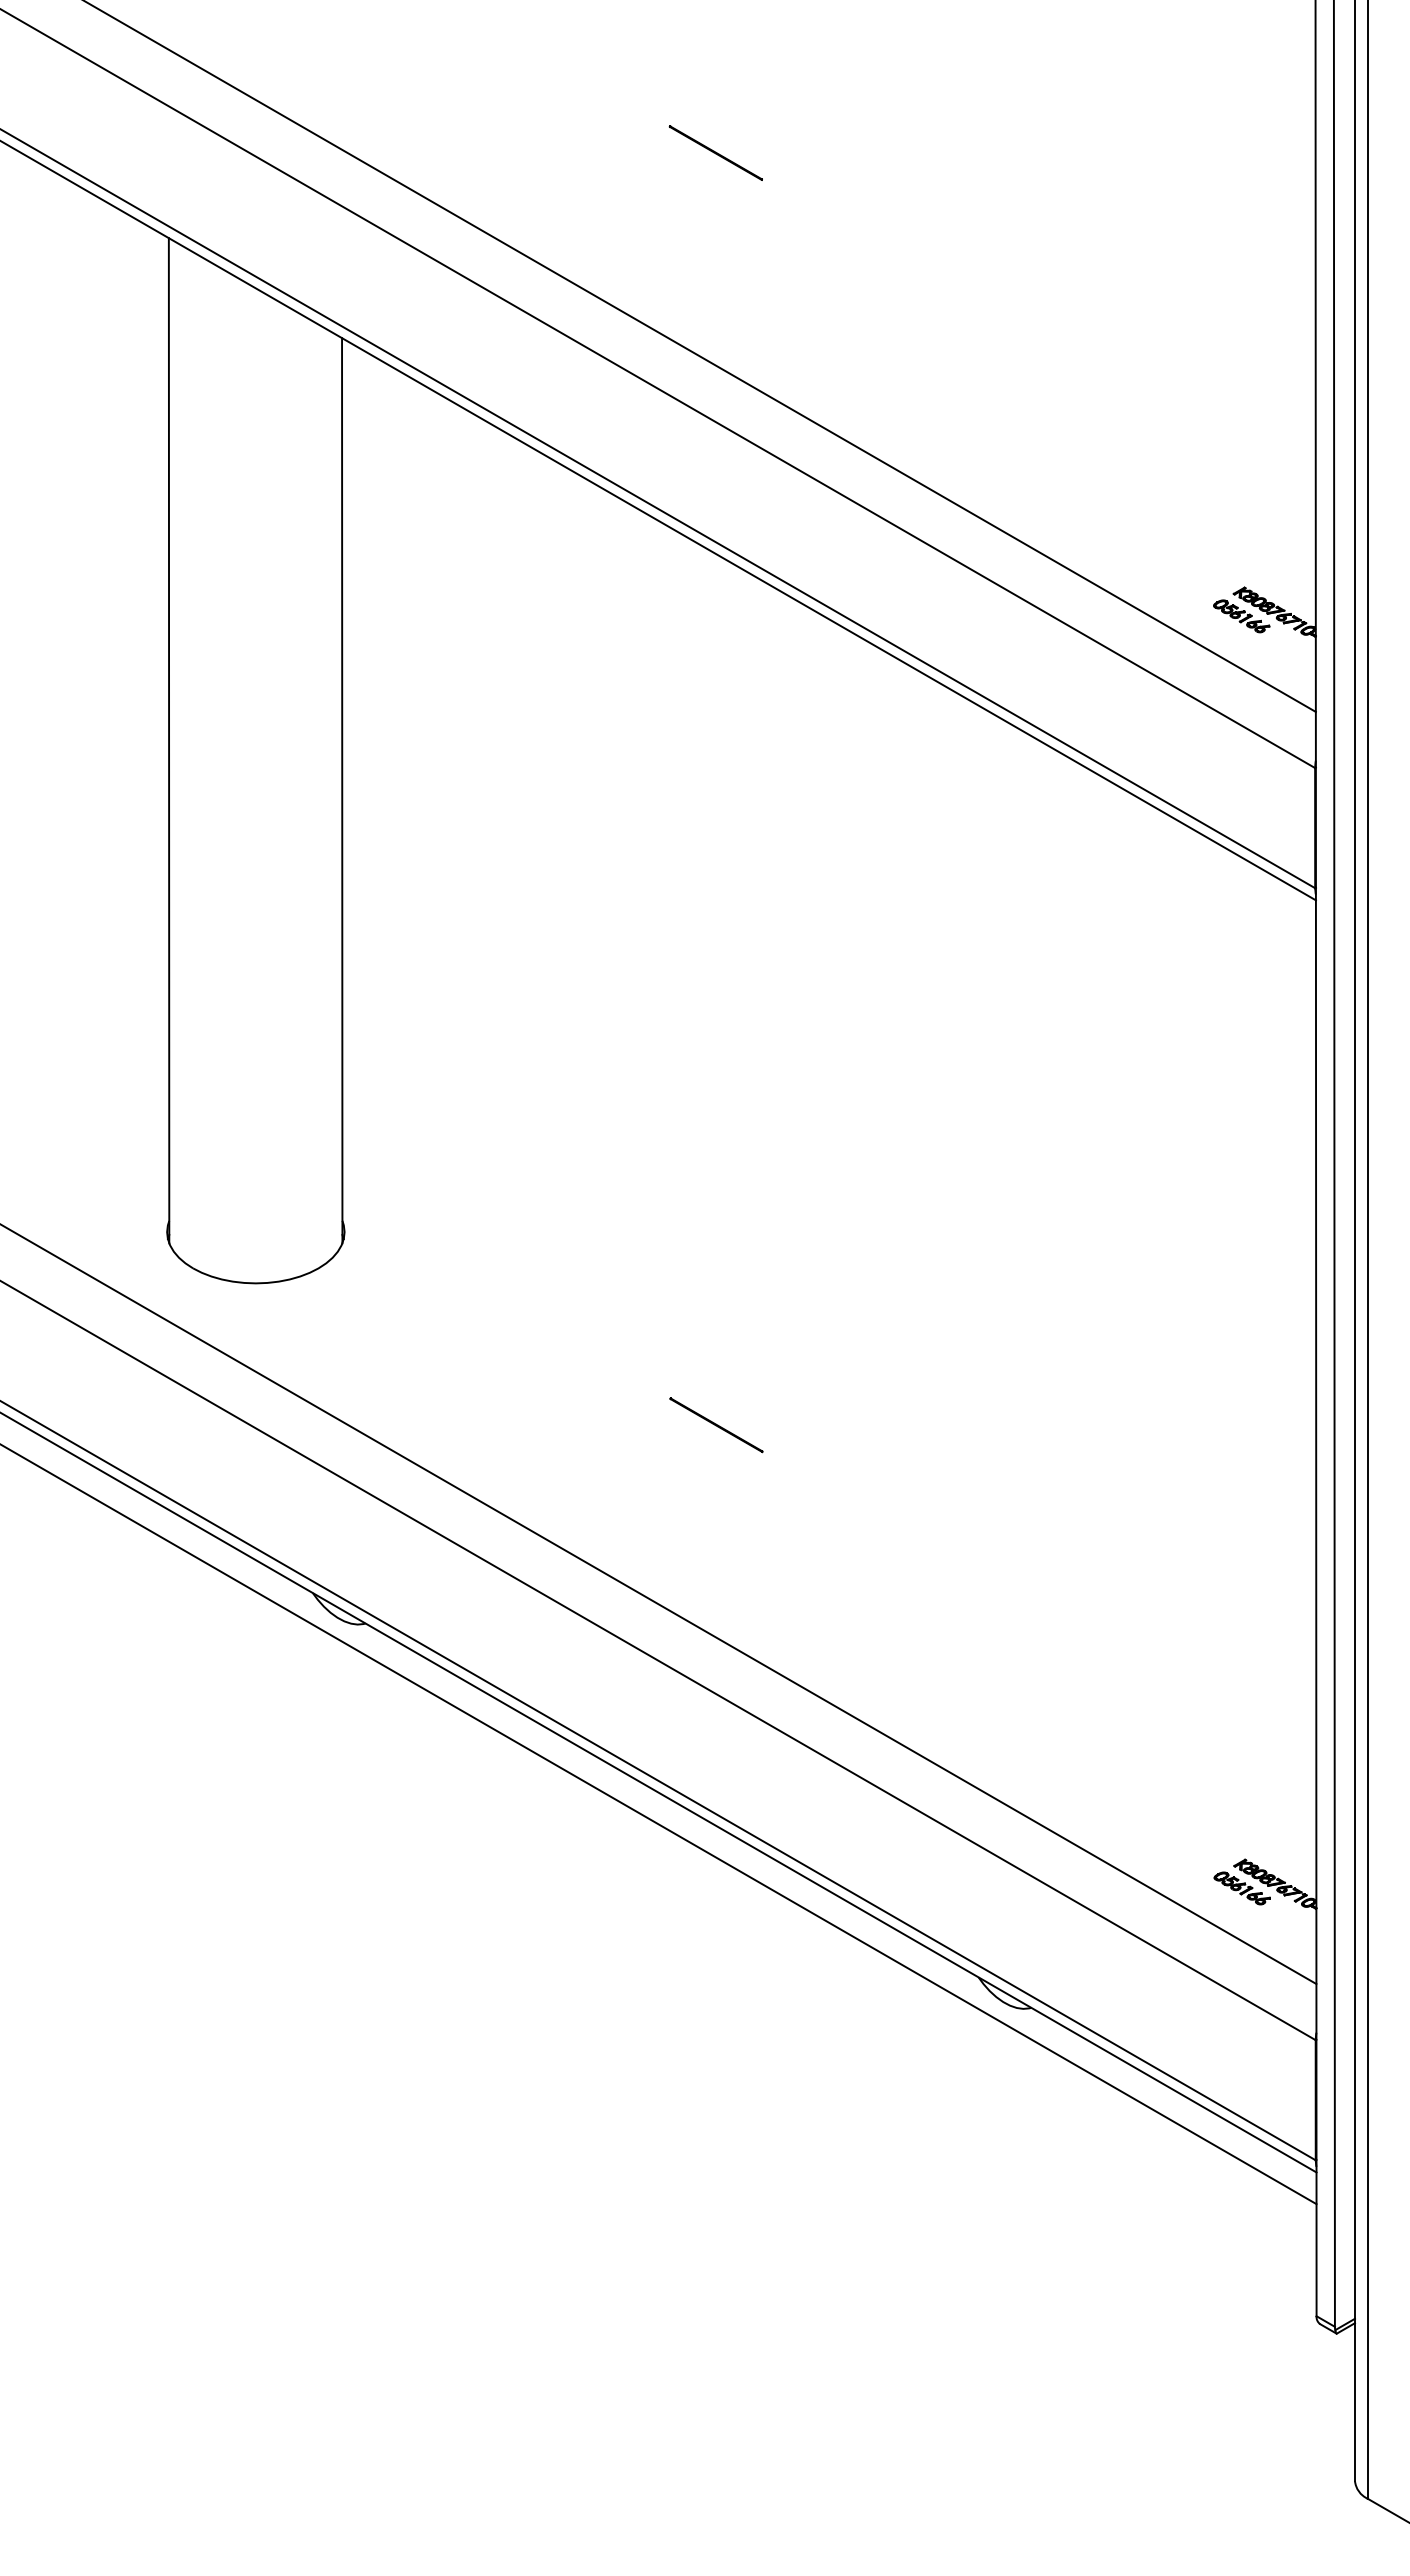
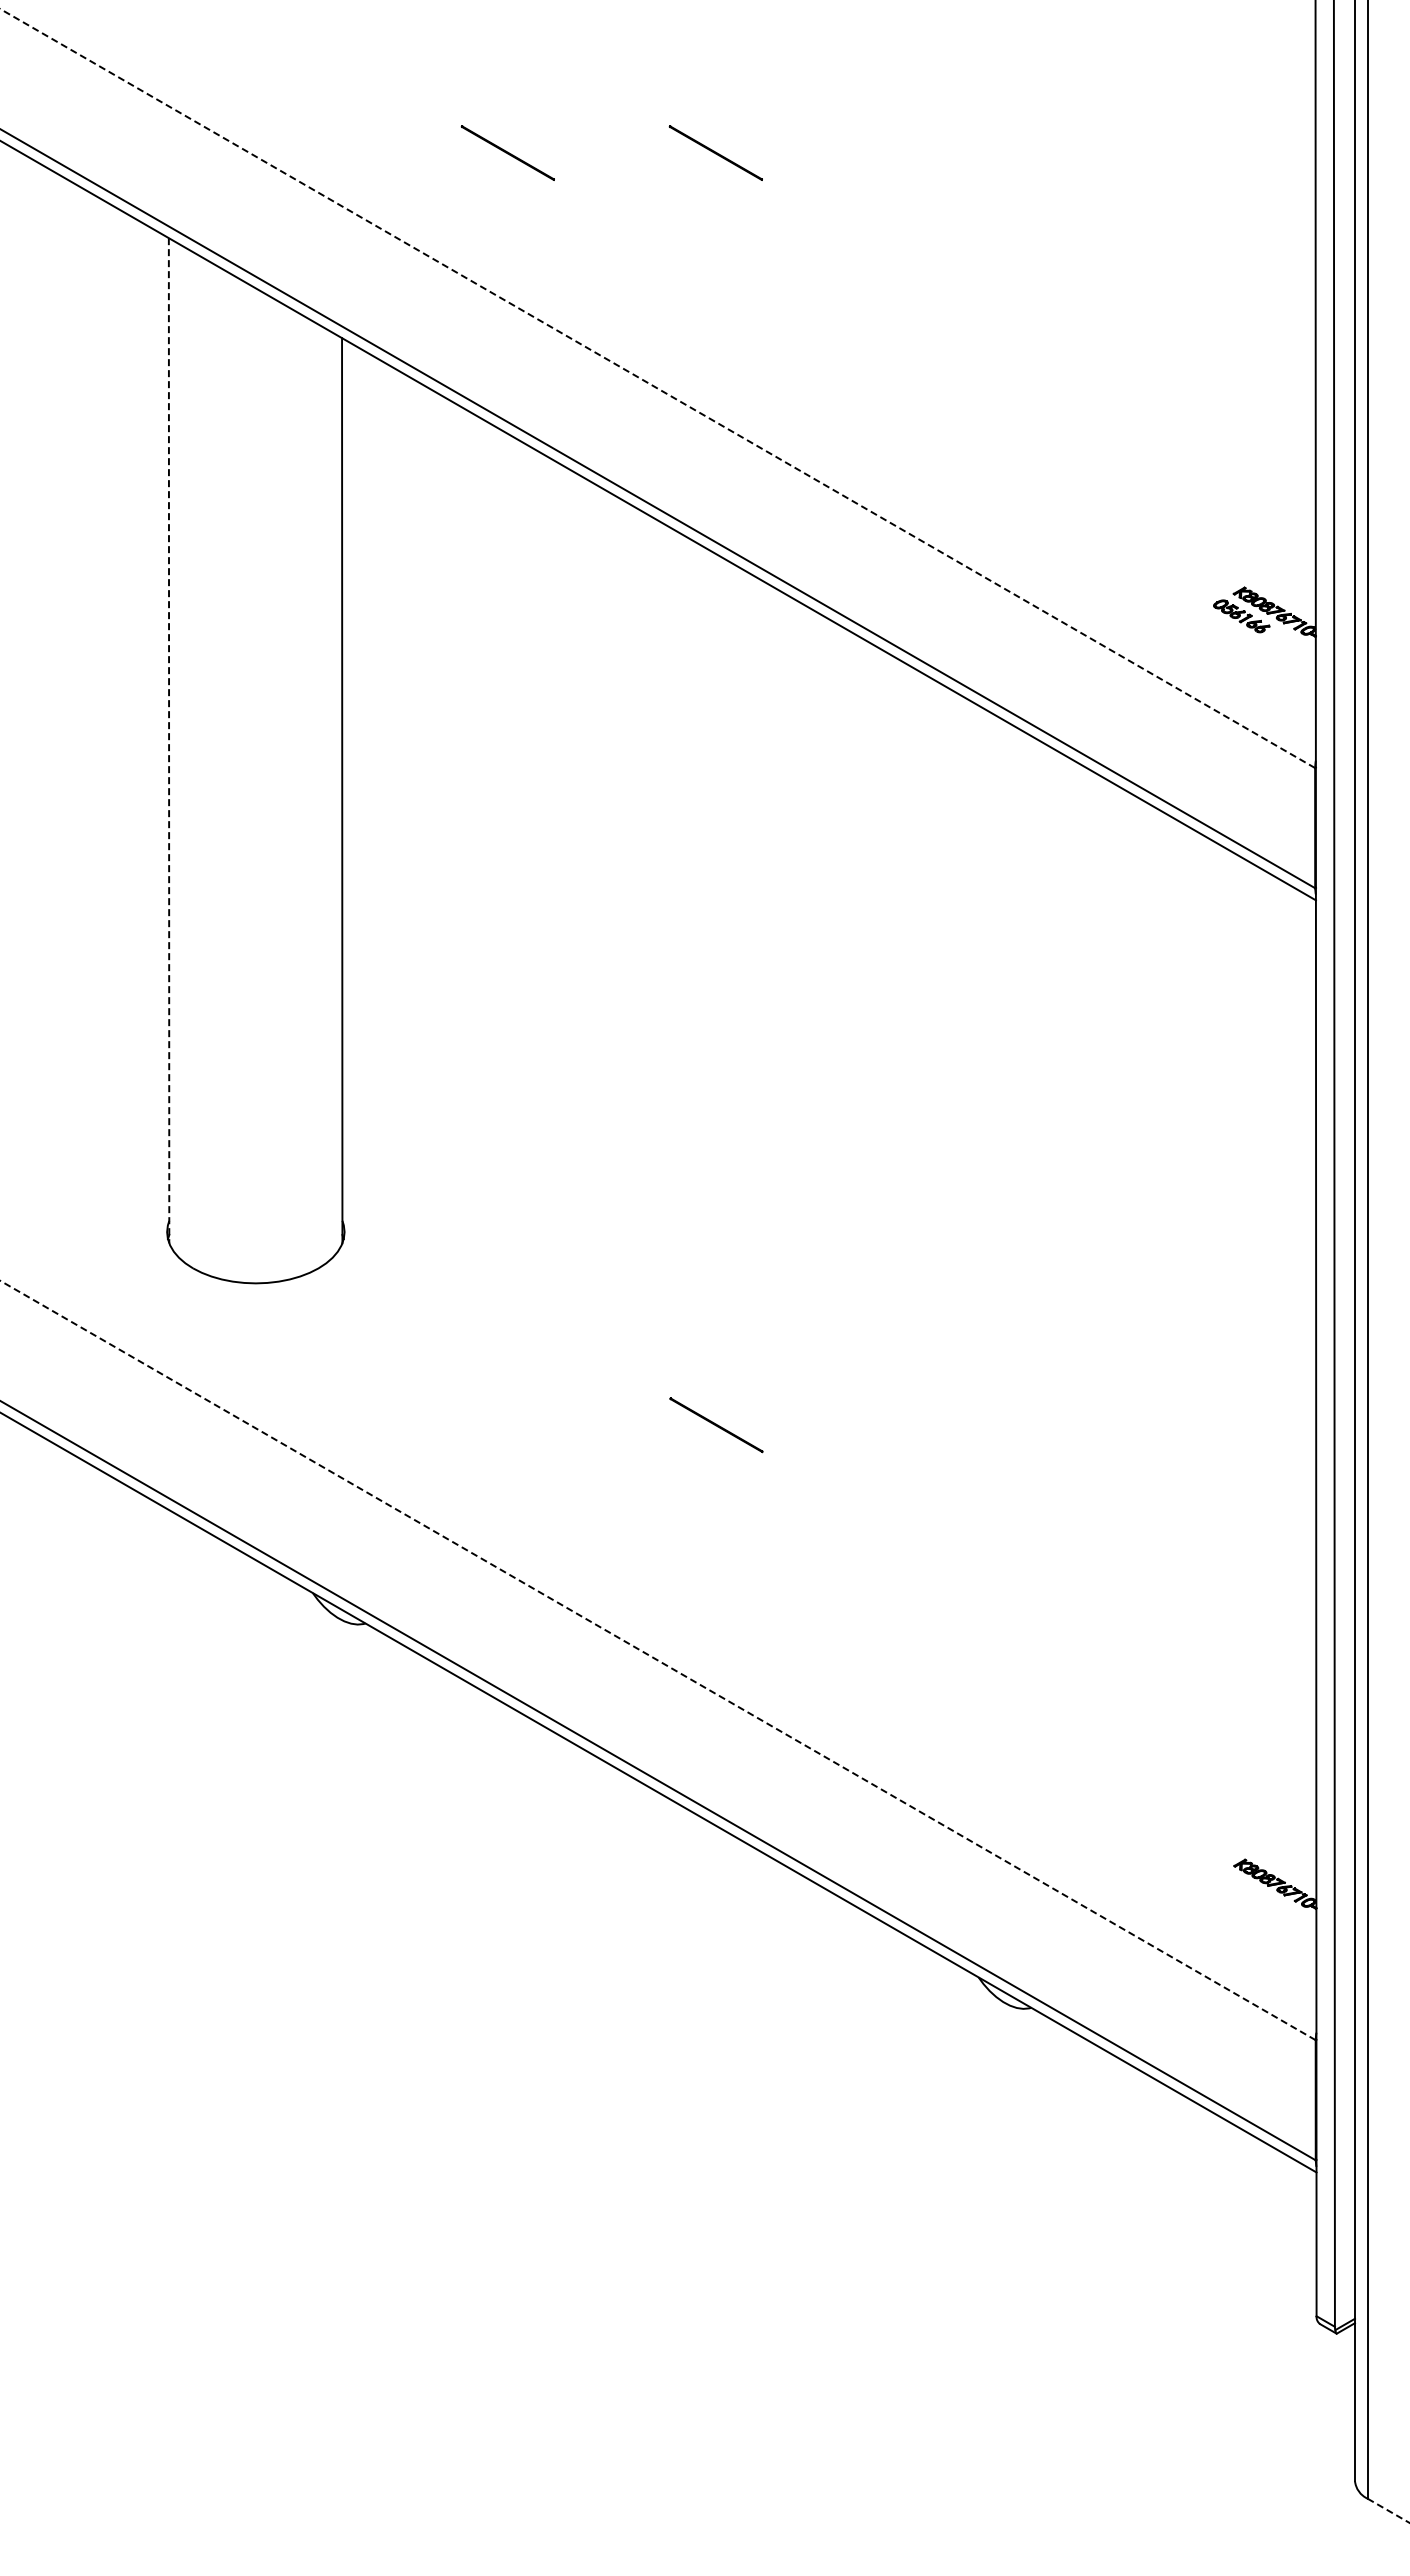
line at (507, 152): none -> present
line at (700, 356): present -> none
line at (657, 388): solid -> dashed
line at (169, 740): solid -> dashed
line at (659, 1604): present -> none
line at (657, 1660): solid -> dashed
line at (659, 1824): present -> none
part at (1241, 1888): present -> none
line at (1389, 2511): solid -> dashed
